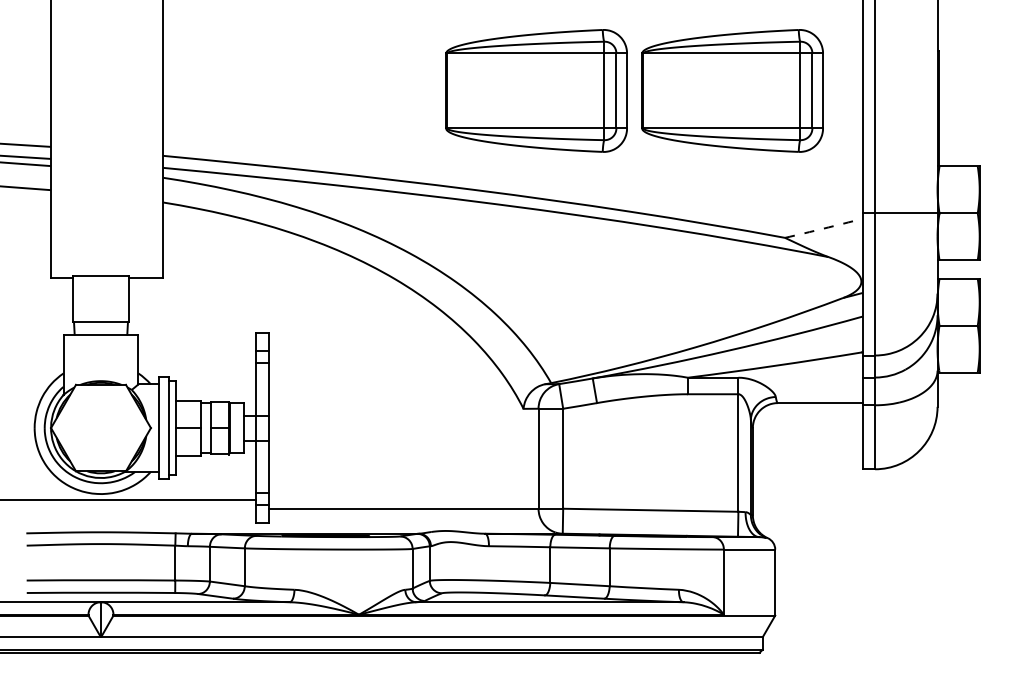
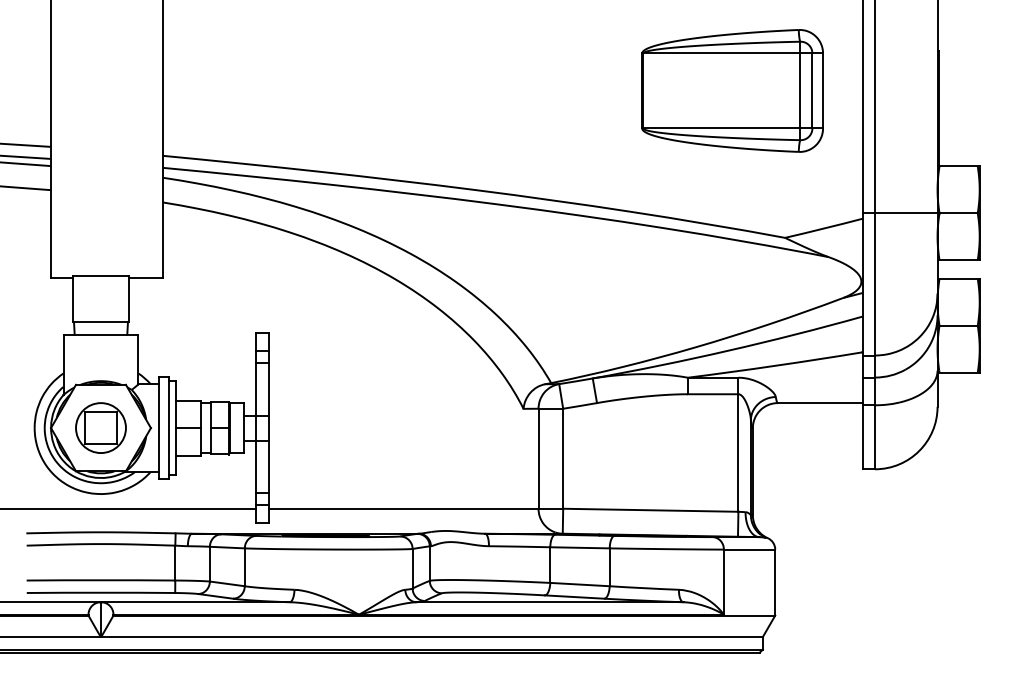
part at (536, 90): present -> none
arc at (823, 228): dashed -> solid
part at (100, 427): none -> present
line at (129, 499) position: (129, 499) -> (129, 508)
